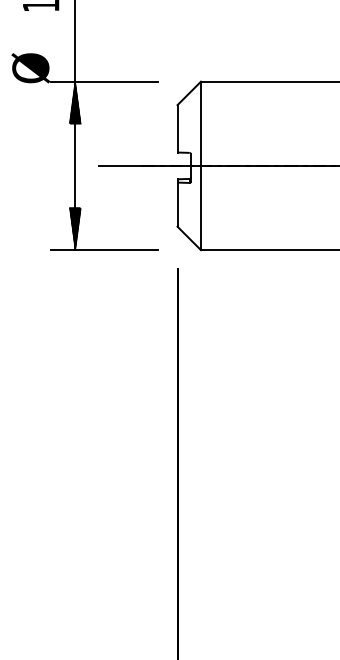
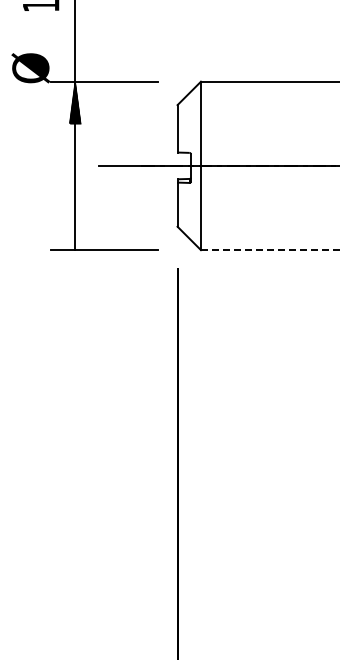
hatch at (74, 228): present -> none
line at (270, 250): solid -> dashed
